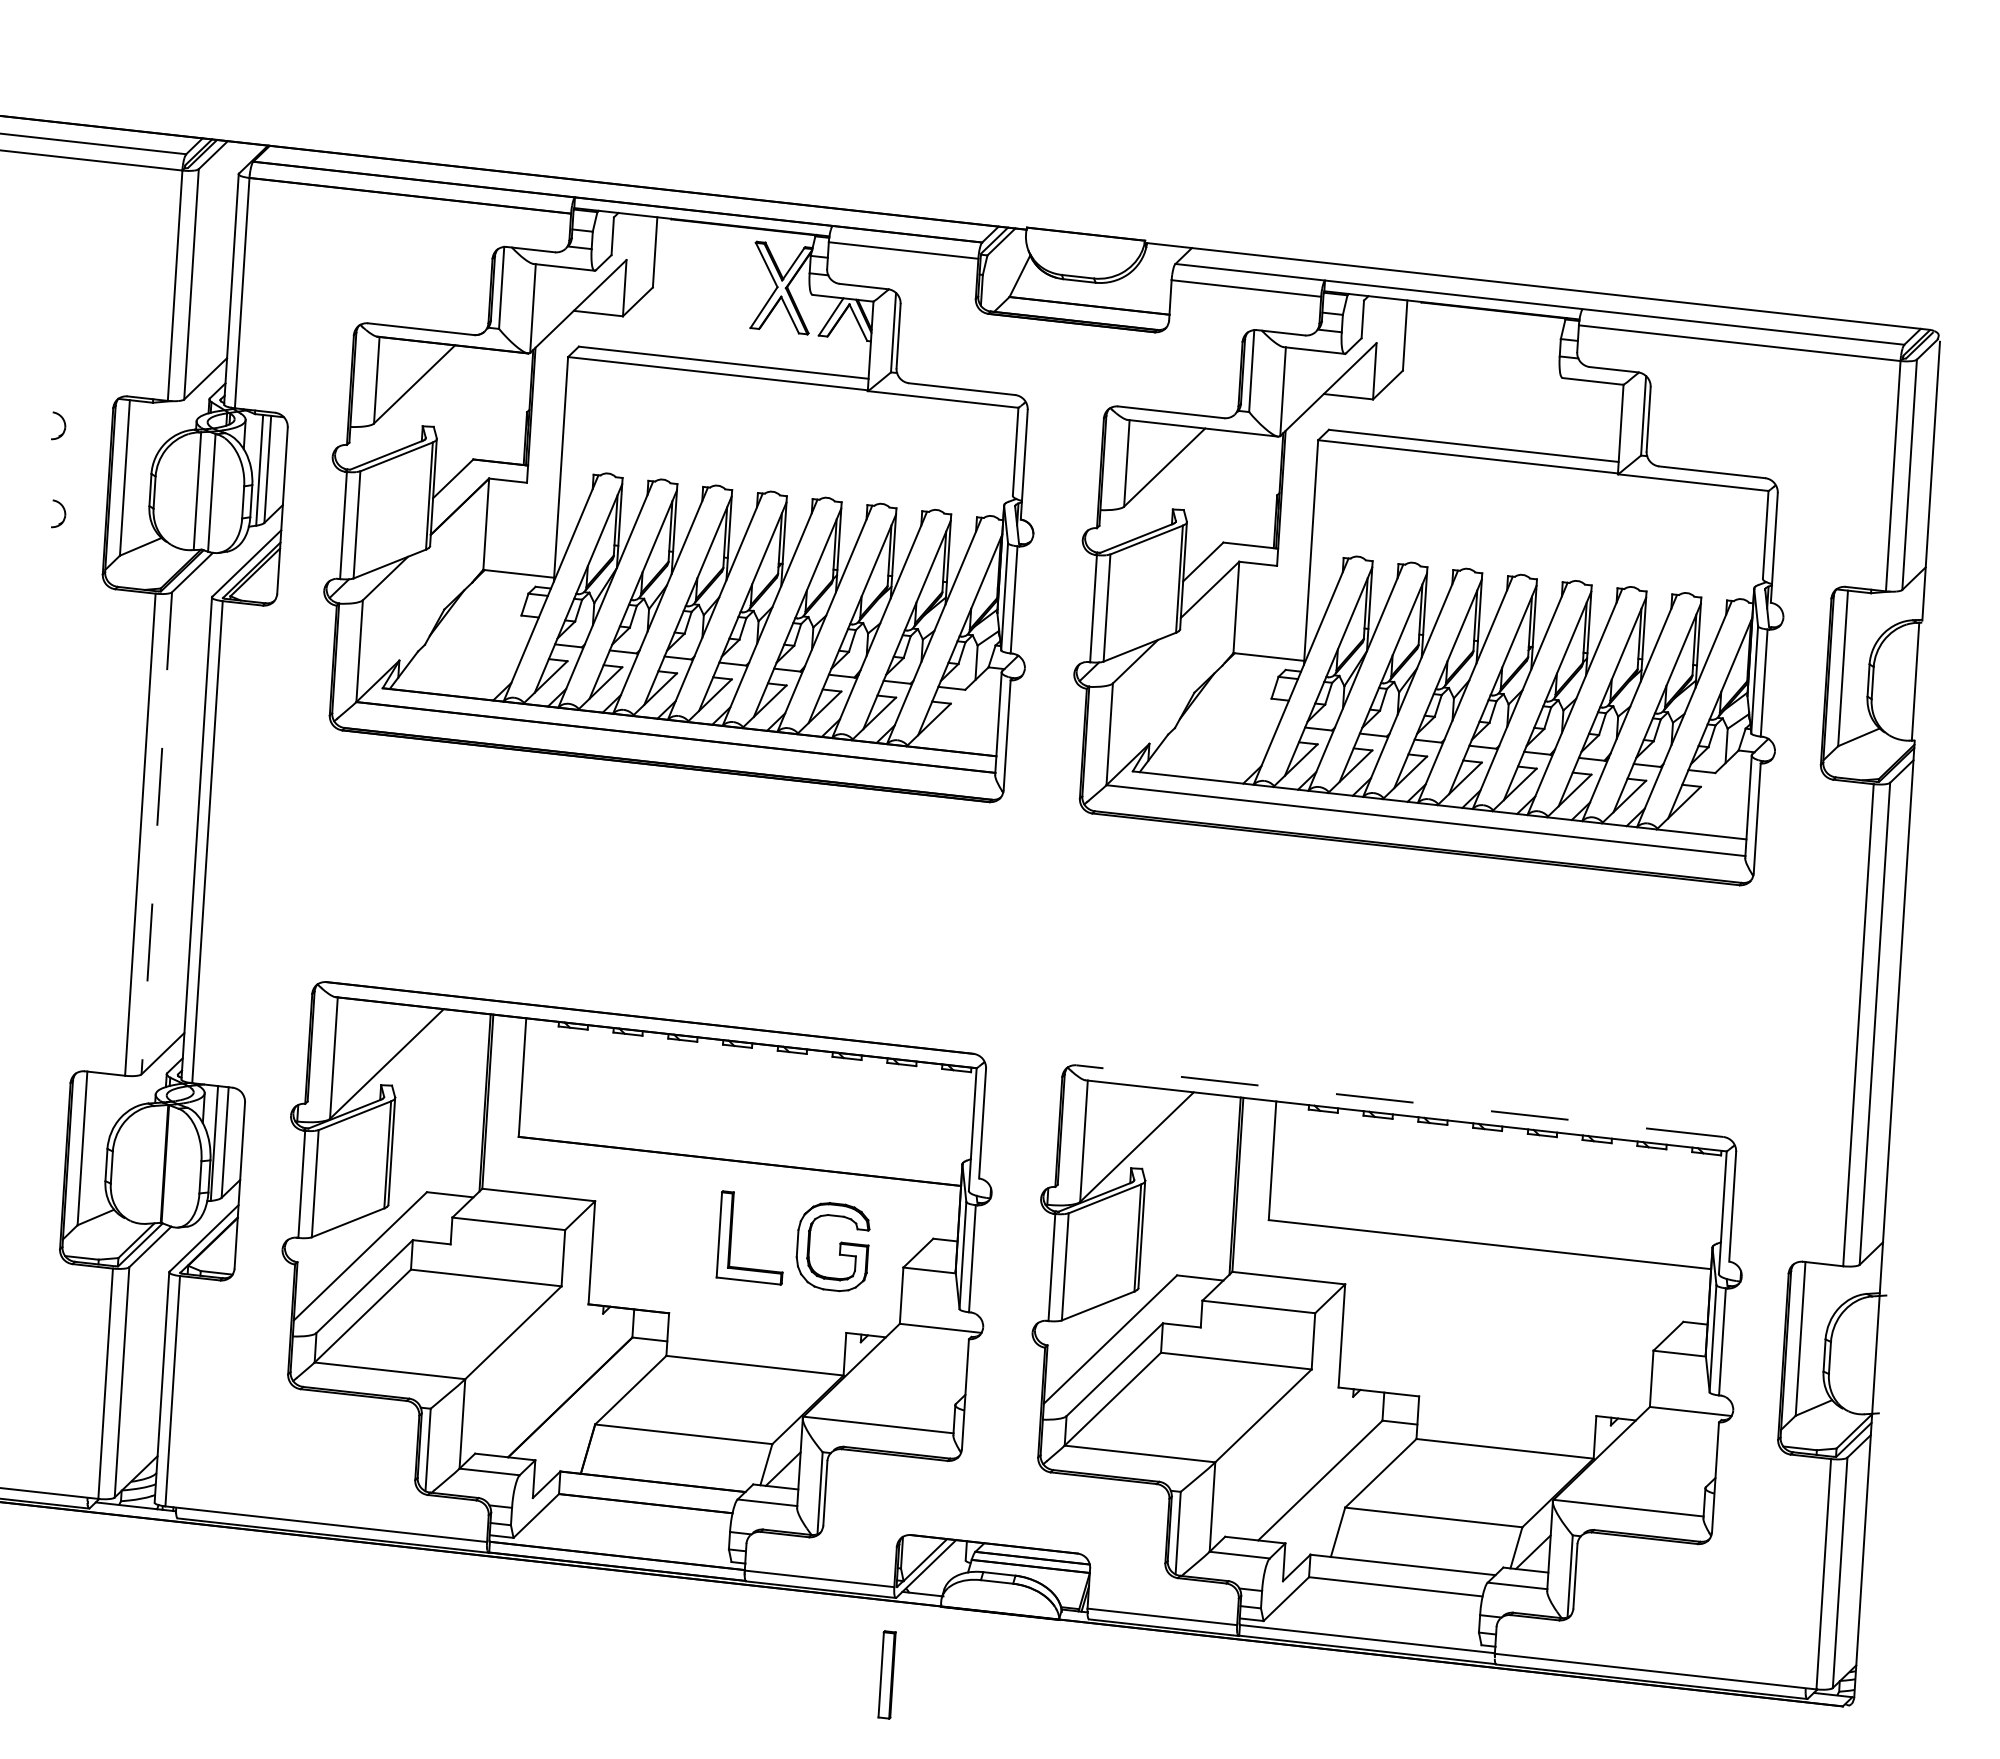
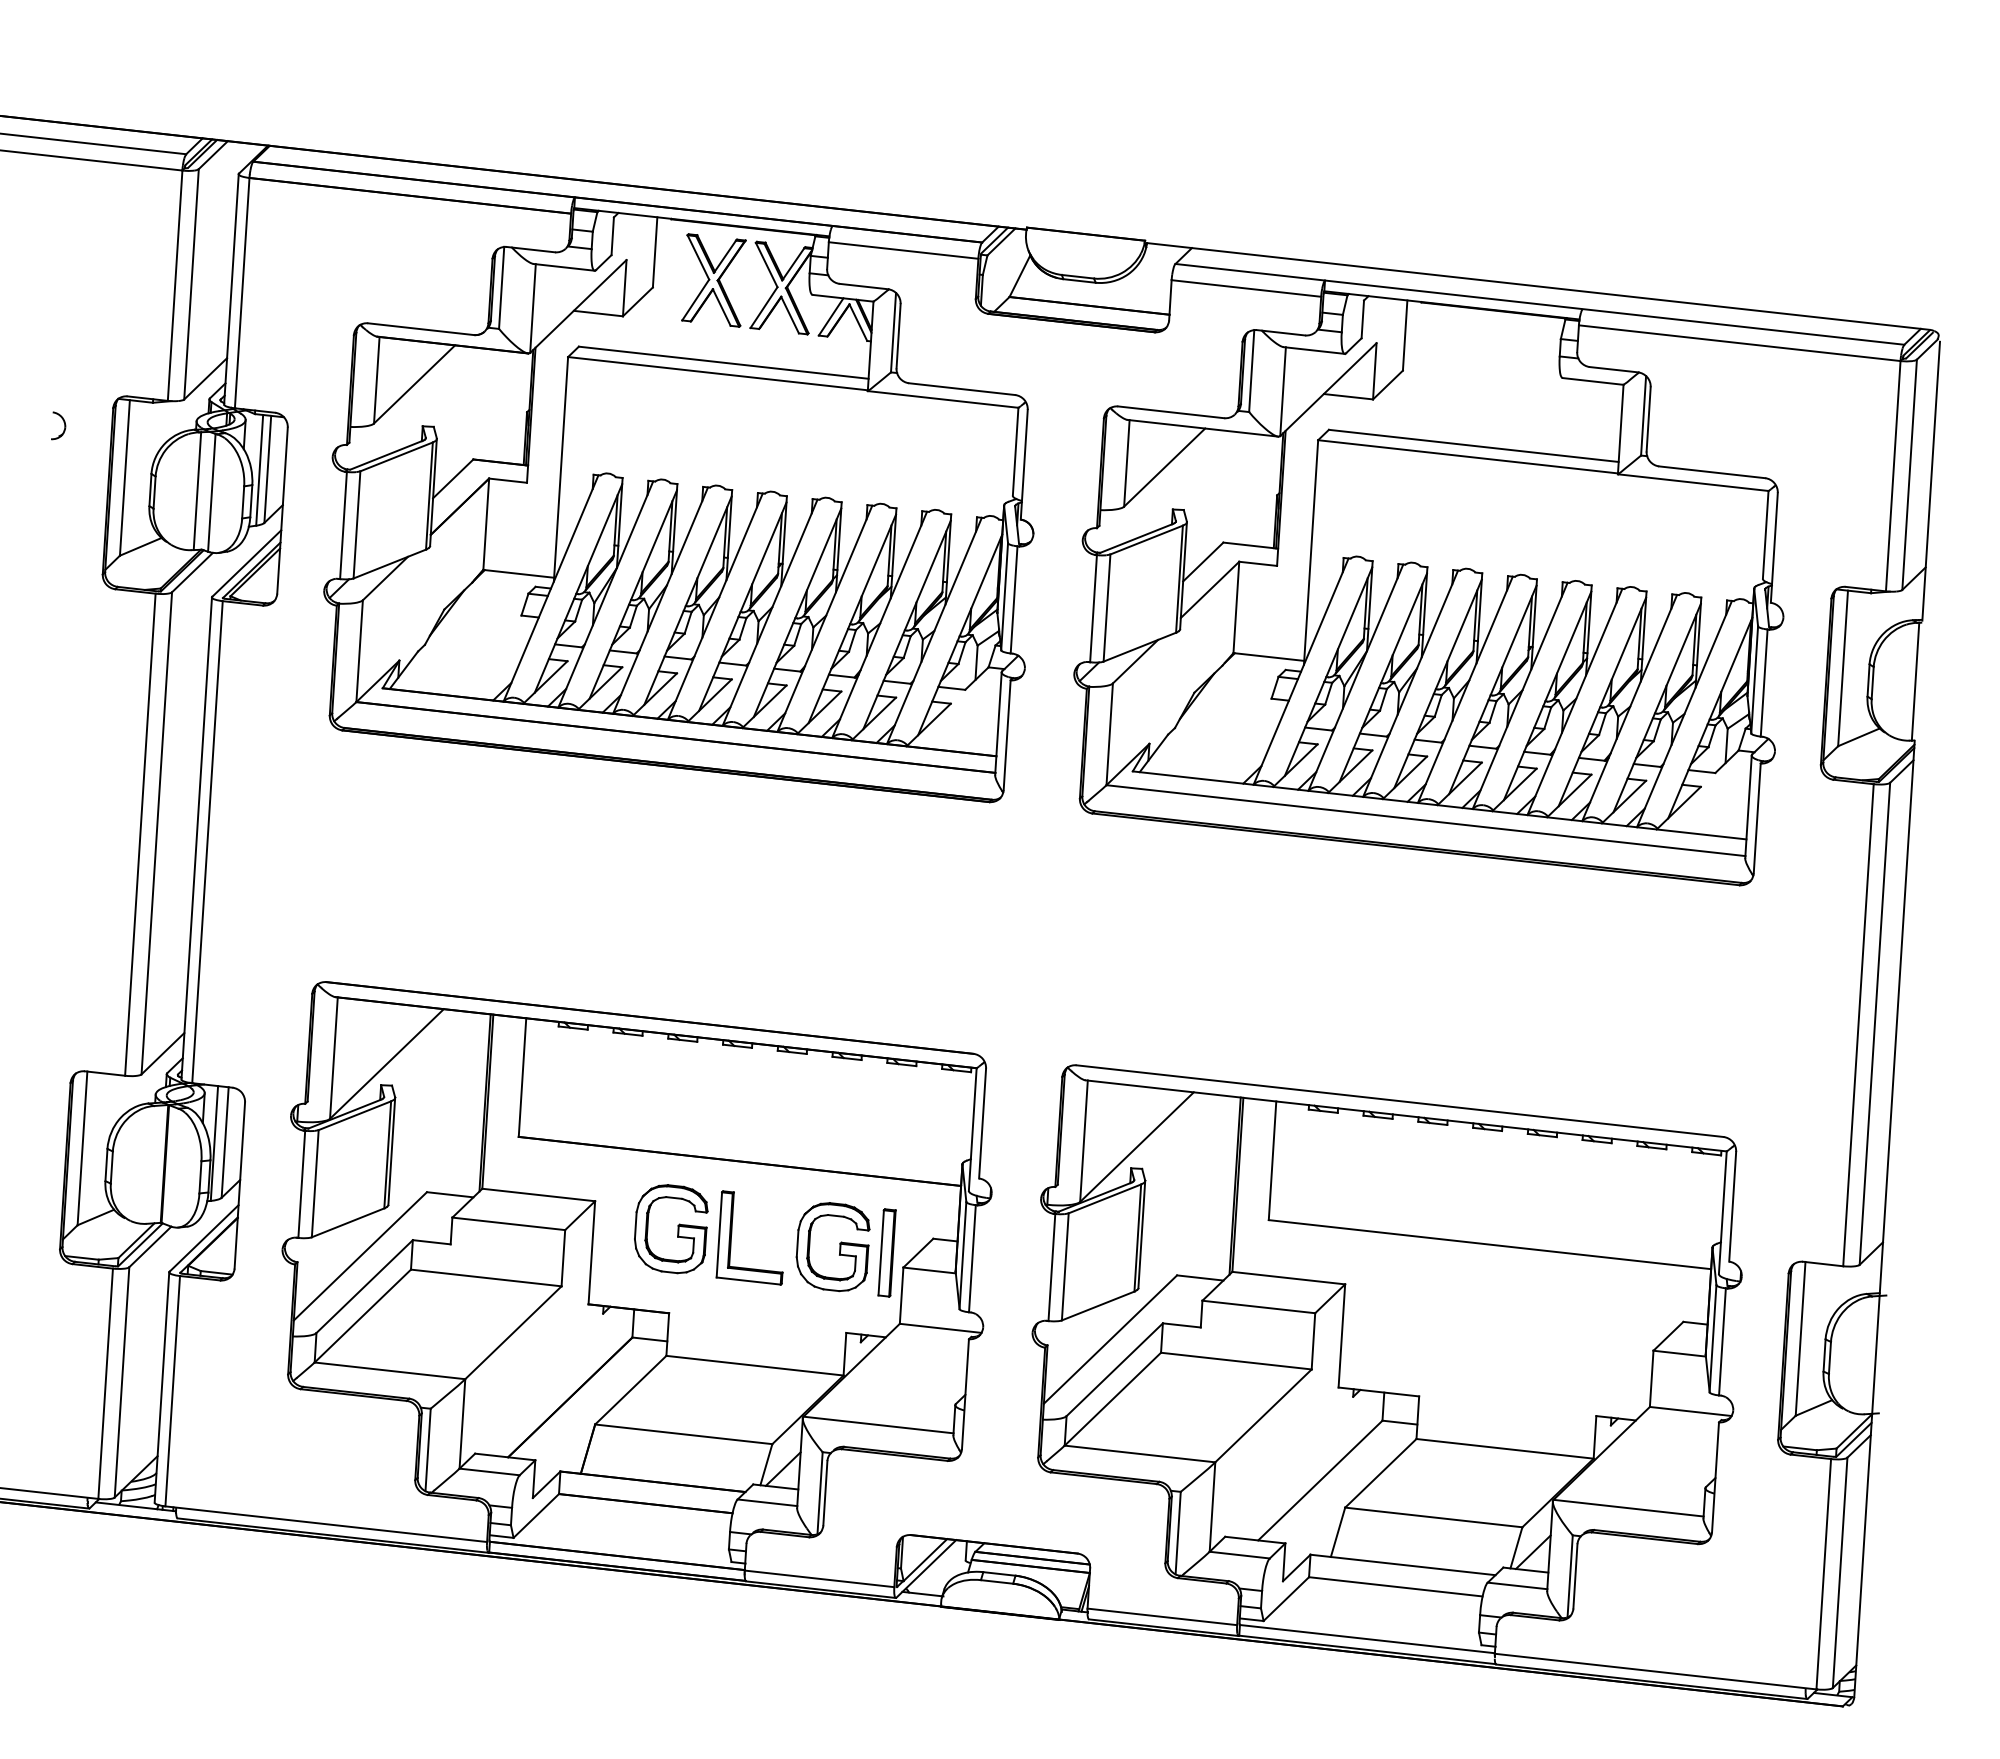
part at (713, 280): none -> present
part at (58, 513): present -> none
line at (156, 833): dashed -> solid
line at (1399, 1101): dashed -> solid
part at (671, 1229): none -> present
part at (886, 1674) position: (886, 1674) -> (886, 1252)
